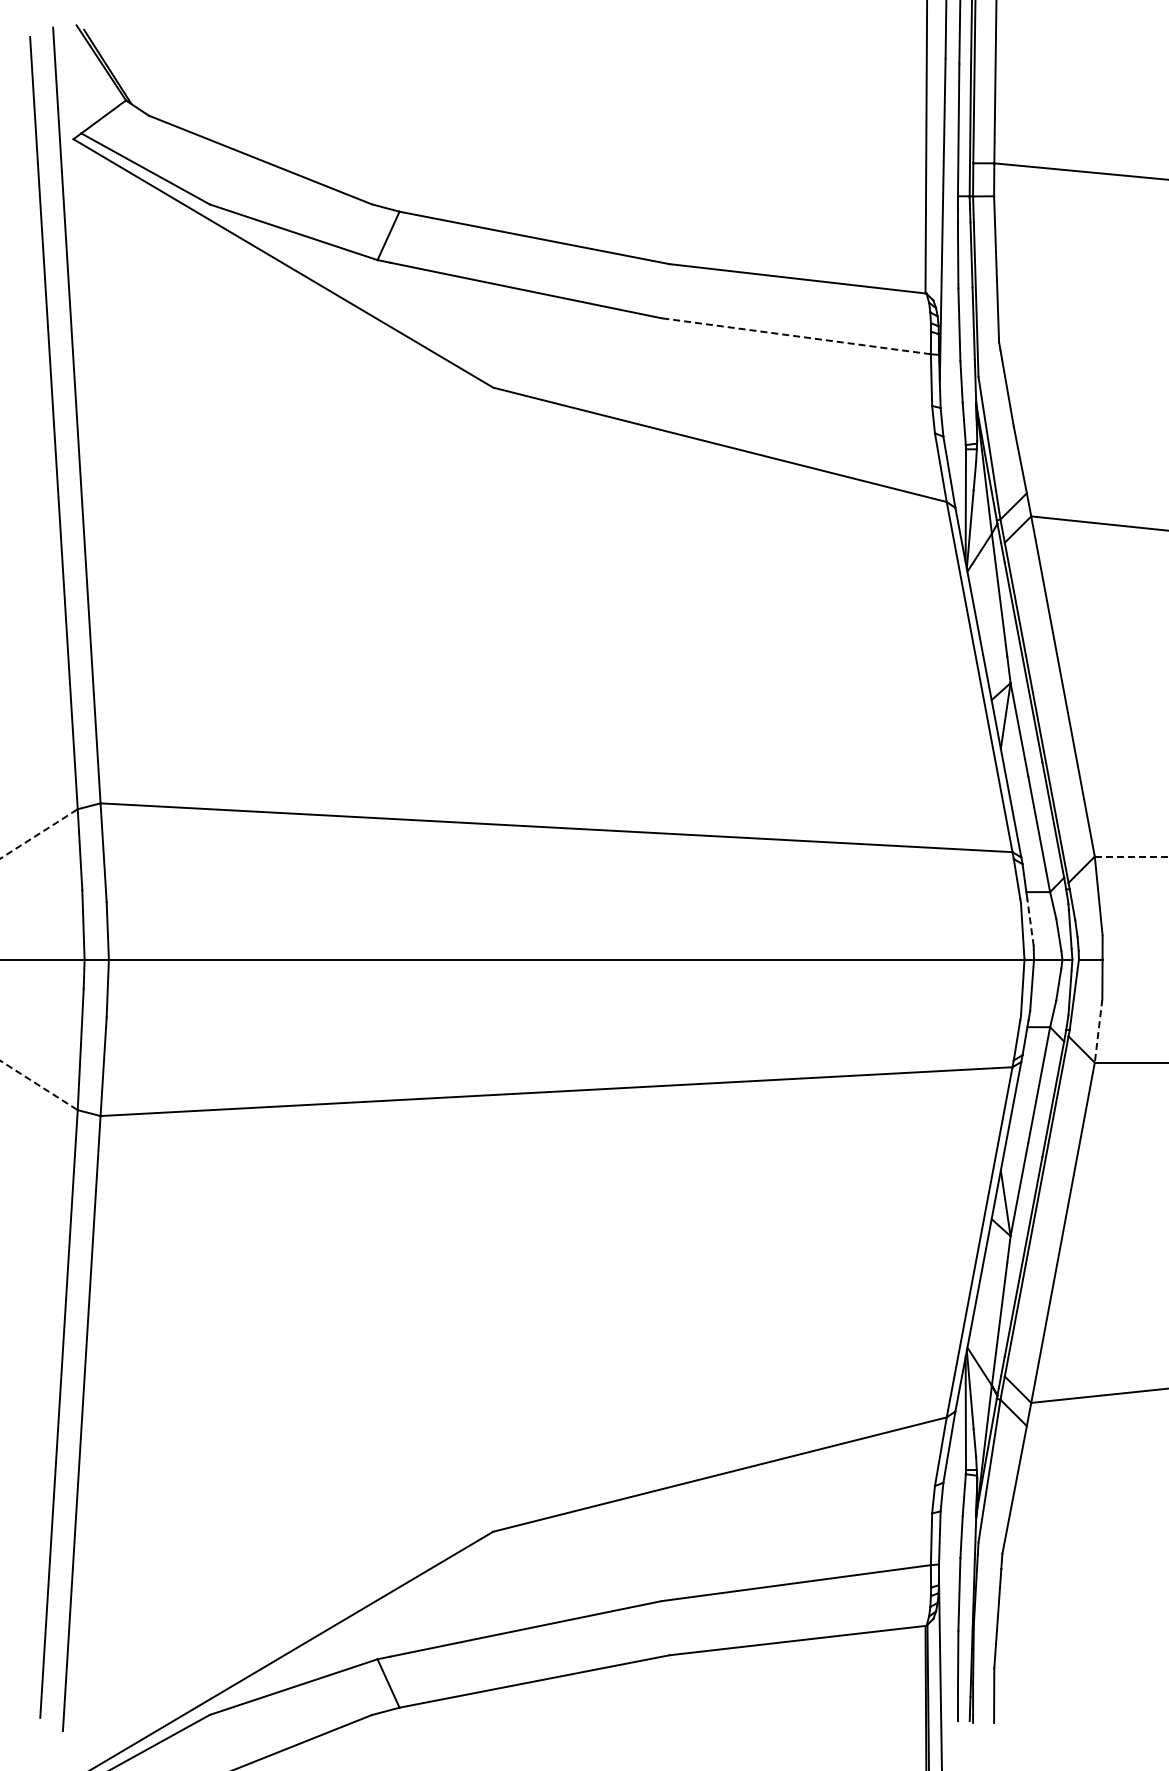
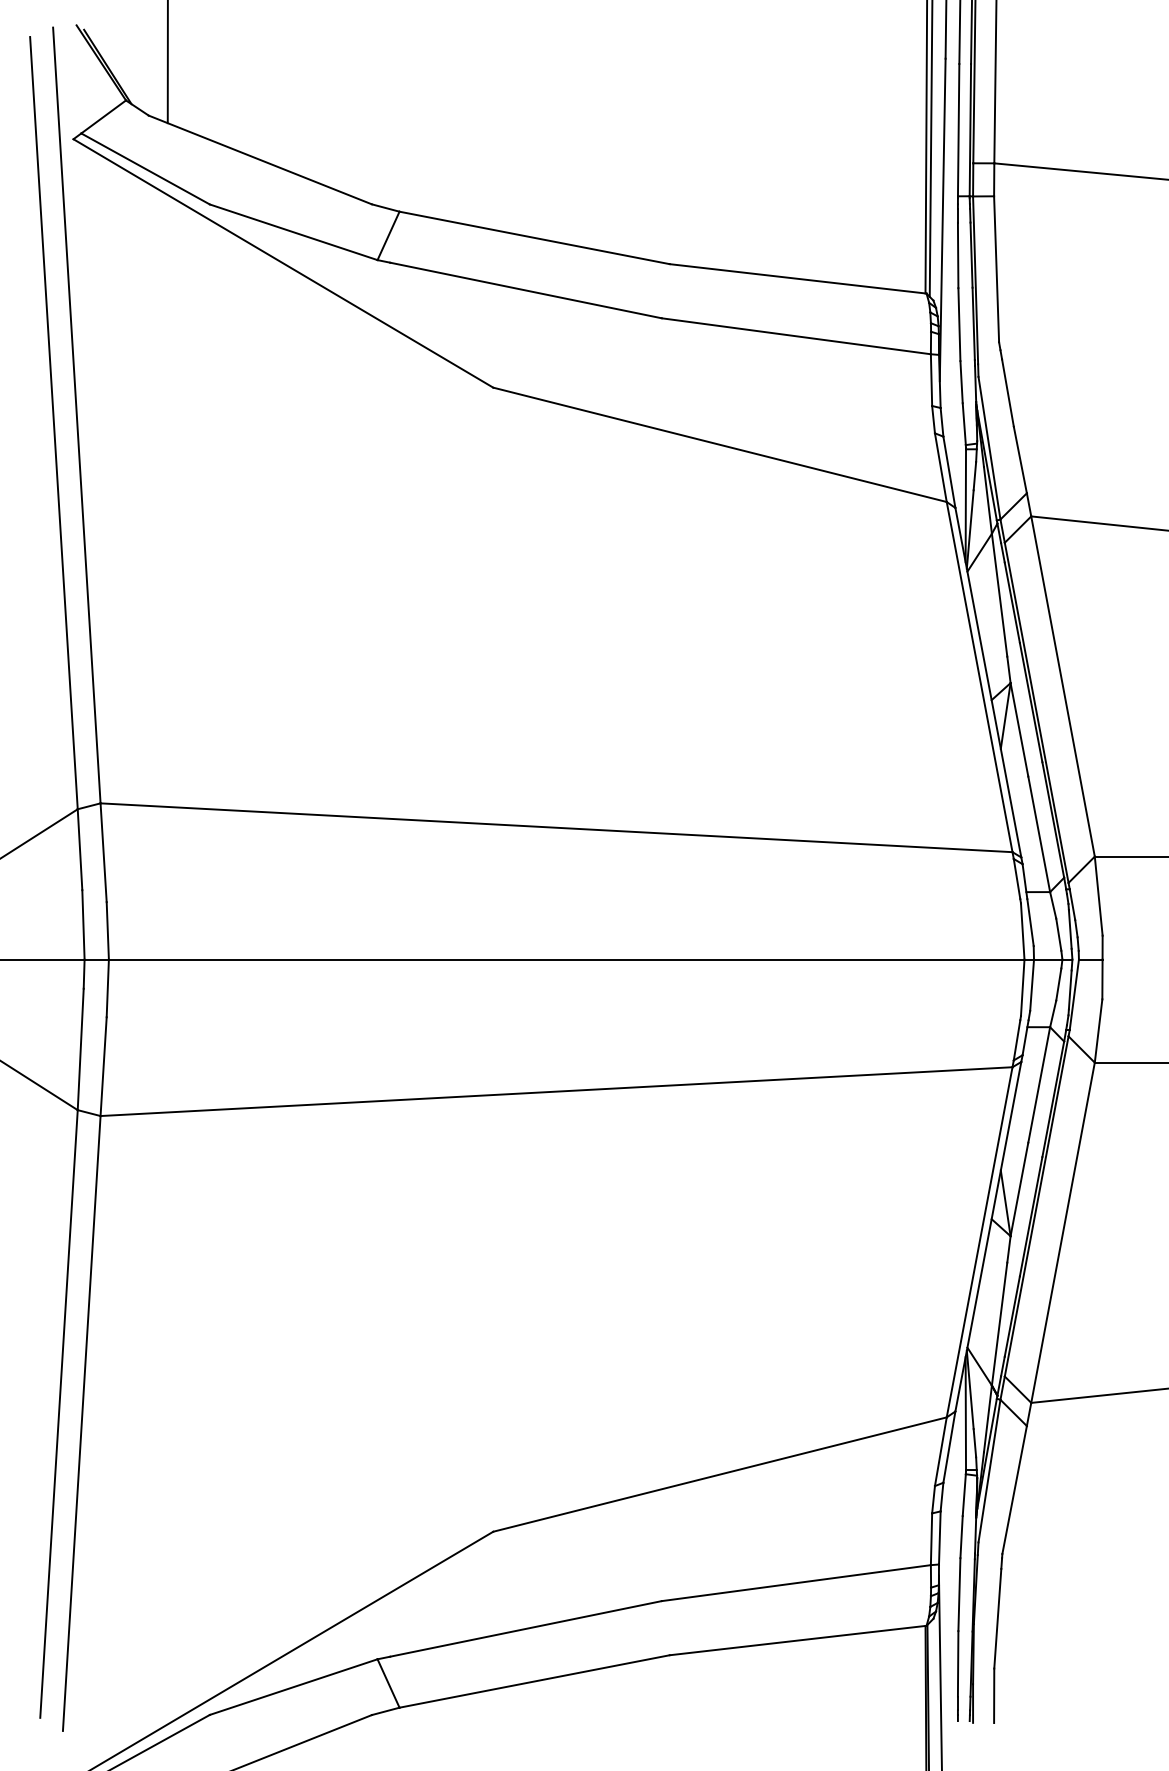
line at (167, 62): none -> present
line at (930, 149): none -> present
line at (796, 336): dashed -> solid
line at (39, 833): dashed -> solid
line at (1131, 856): dashed -> solid
line at (1030, 922): dashed -> solid
line at (1098, 1031): dashed -> solid
line at (39, 1085): dashed -> solid
